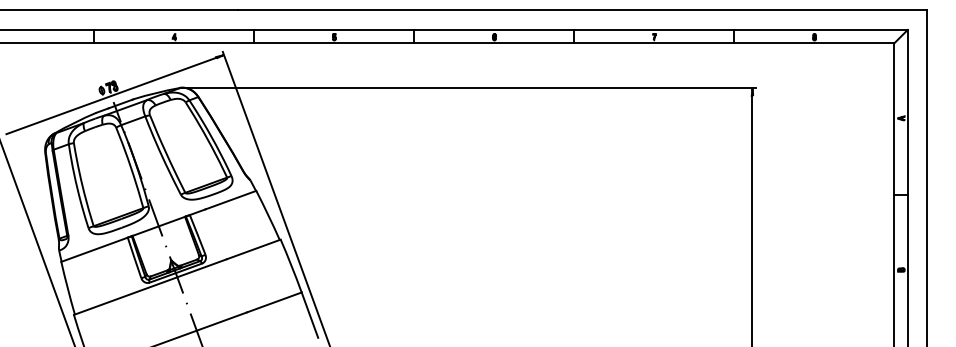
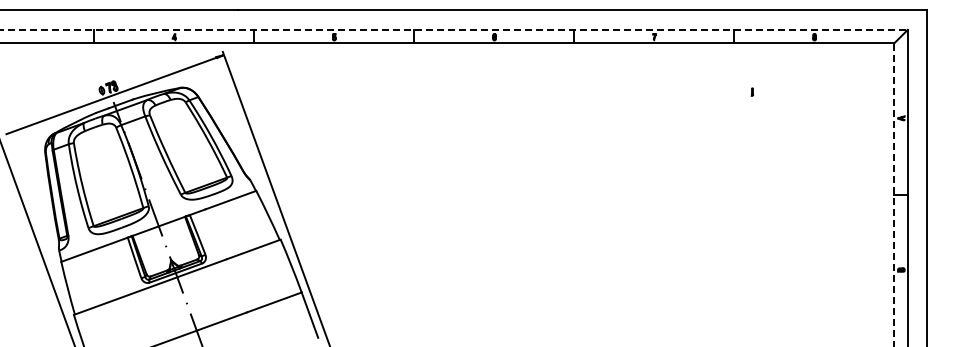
line at (454, 30): solid -> dashed
line at (469, 87): present -> none
line at (894, 194): solid -> dashed
line at (752, 219): present -> none
